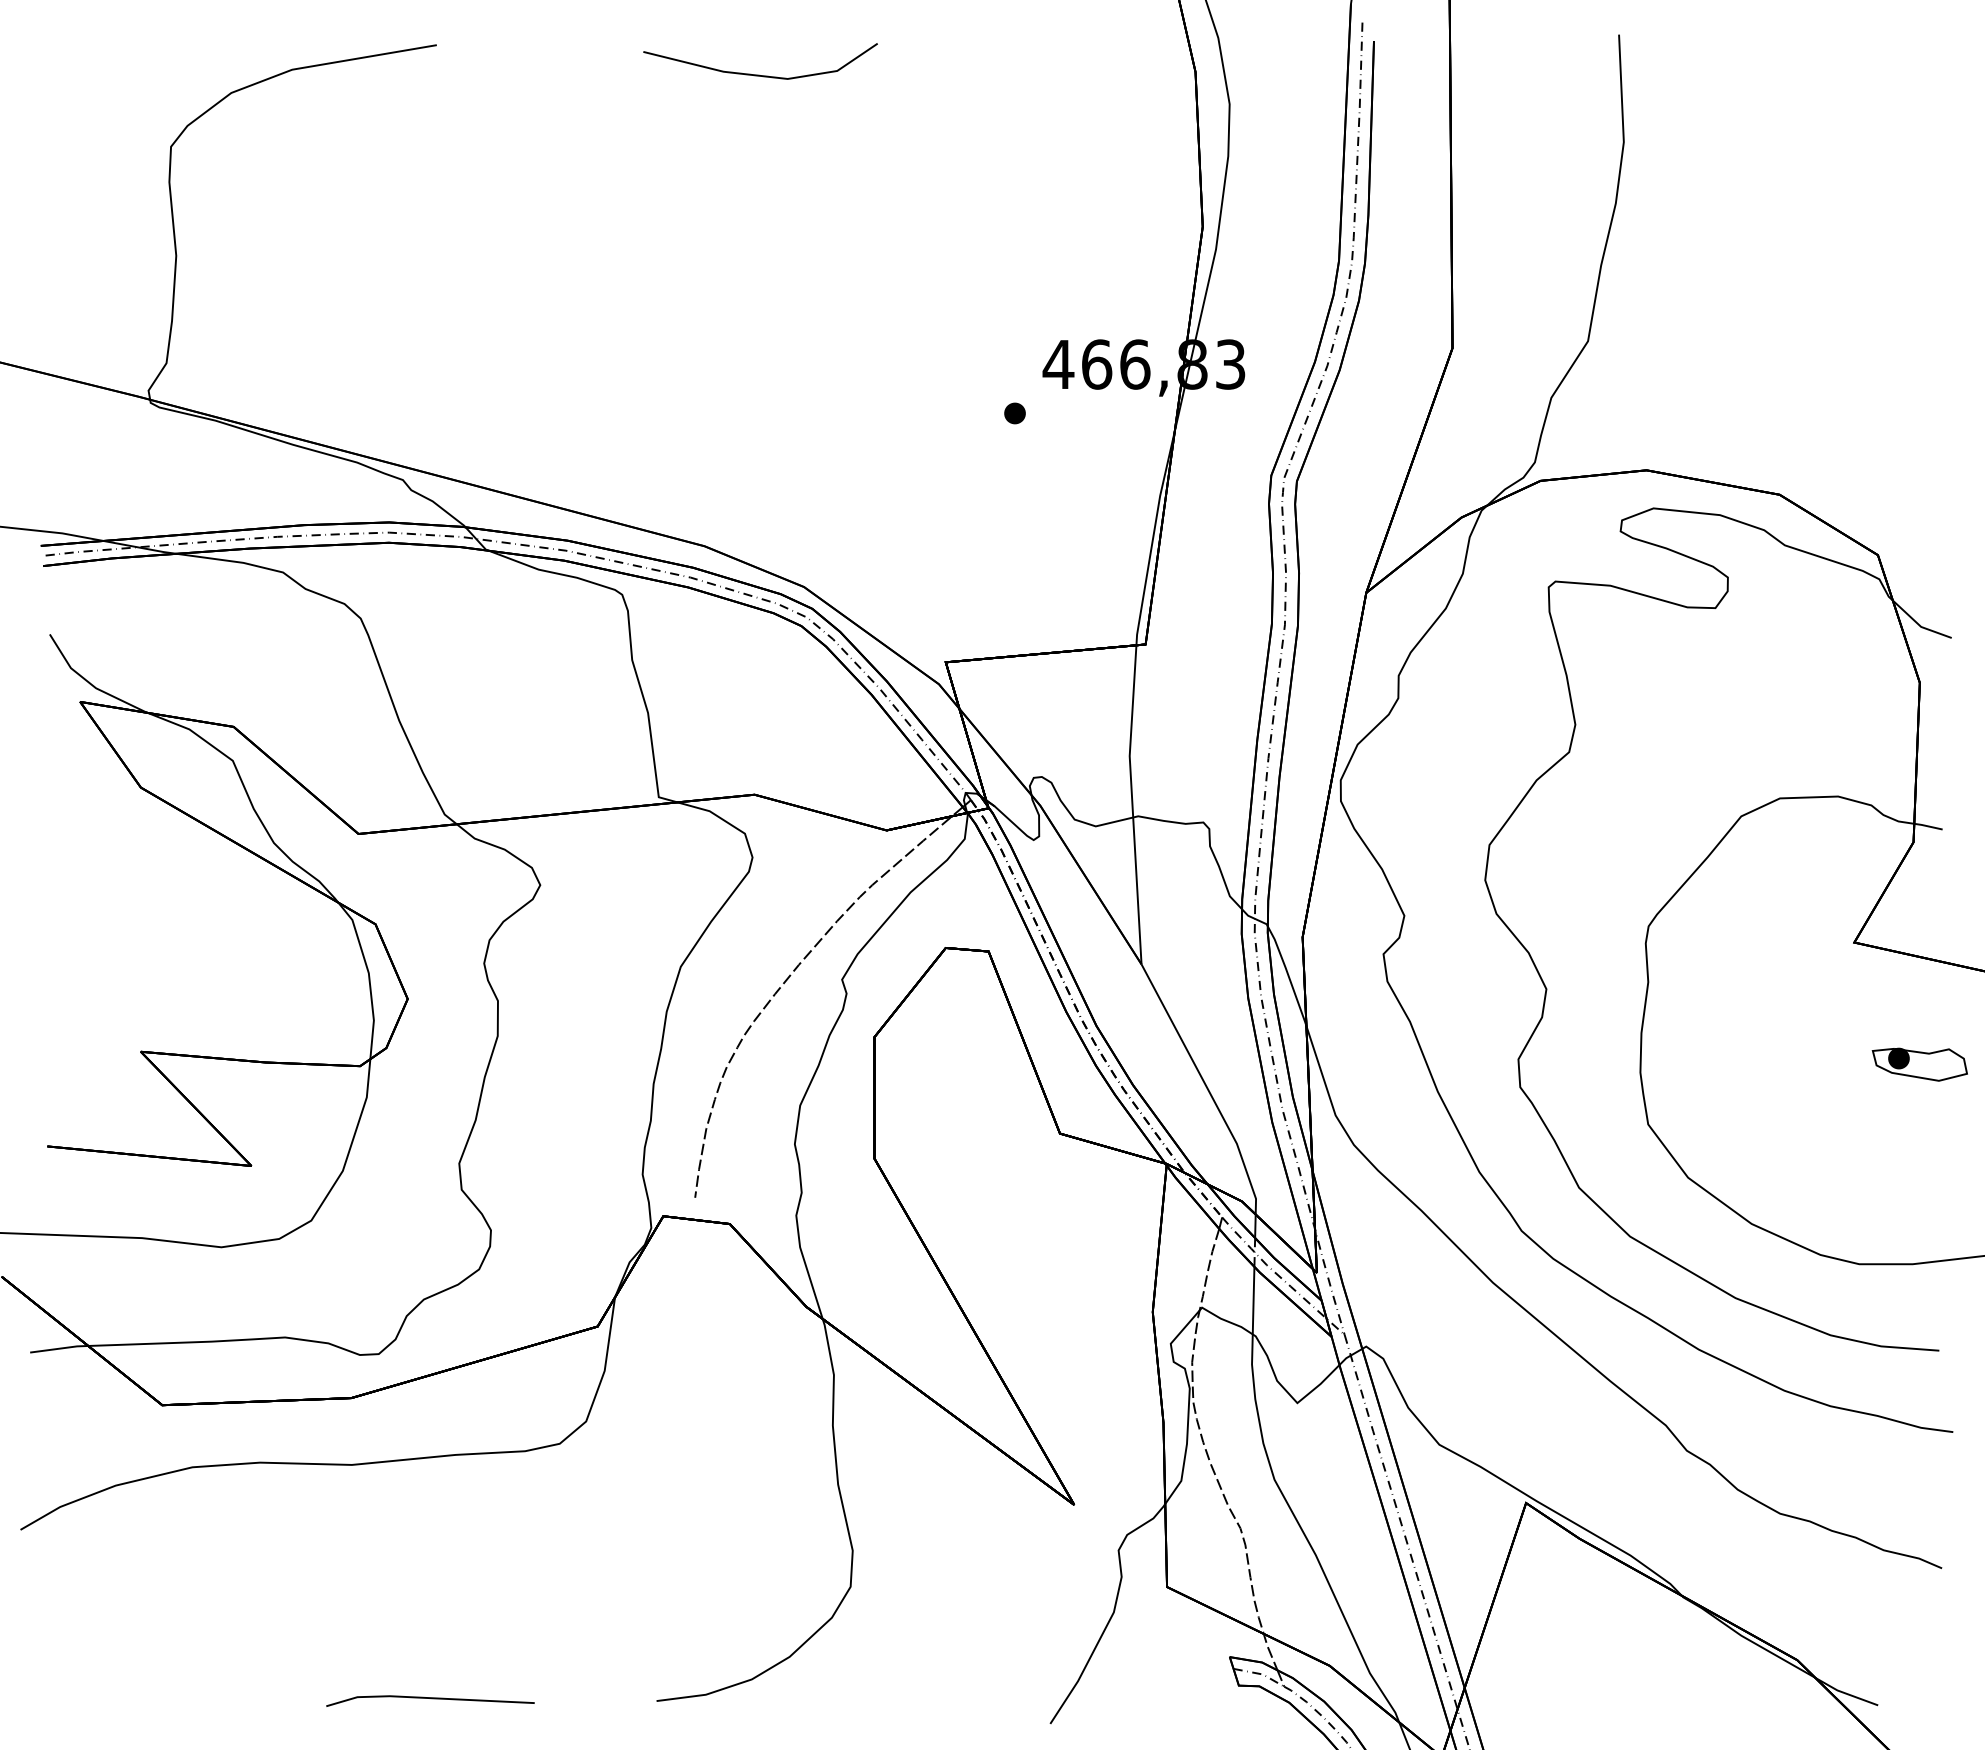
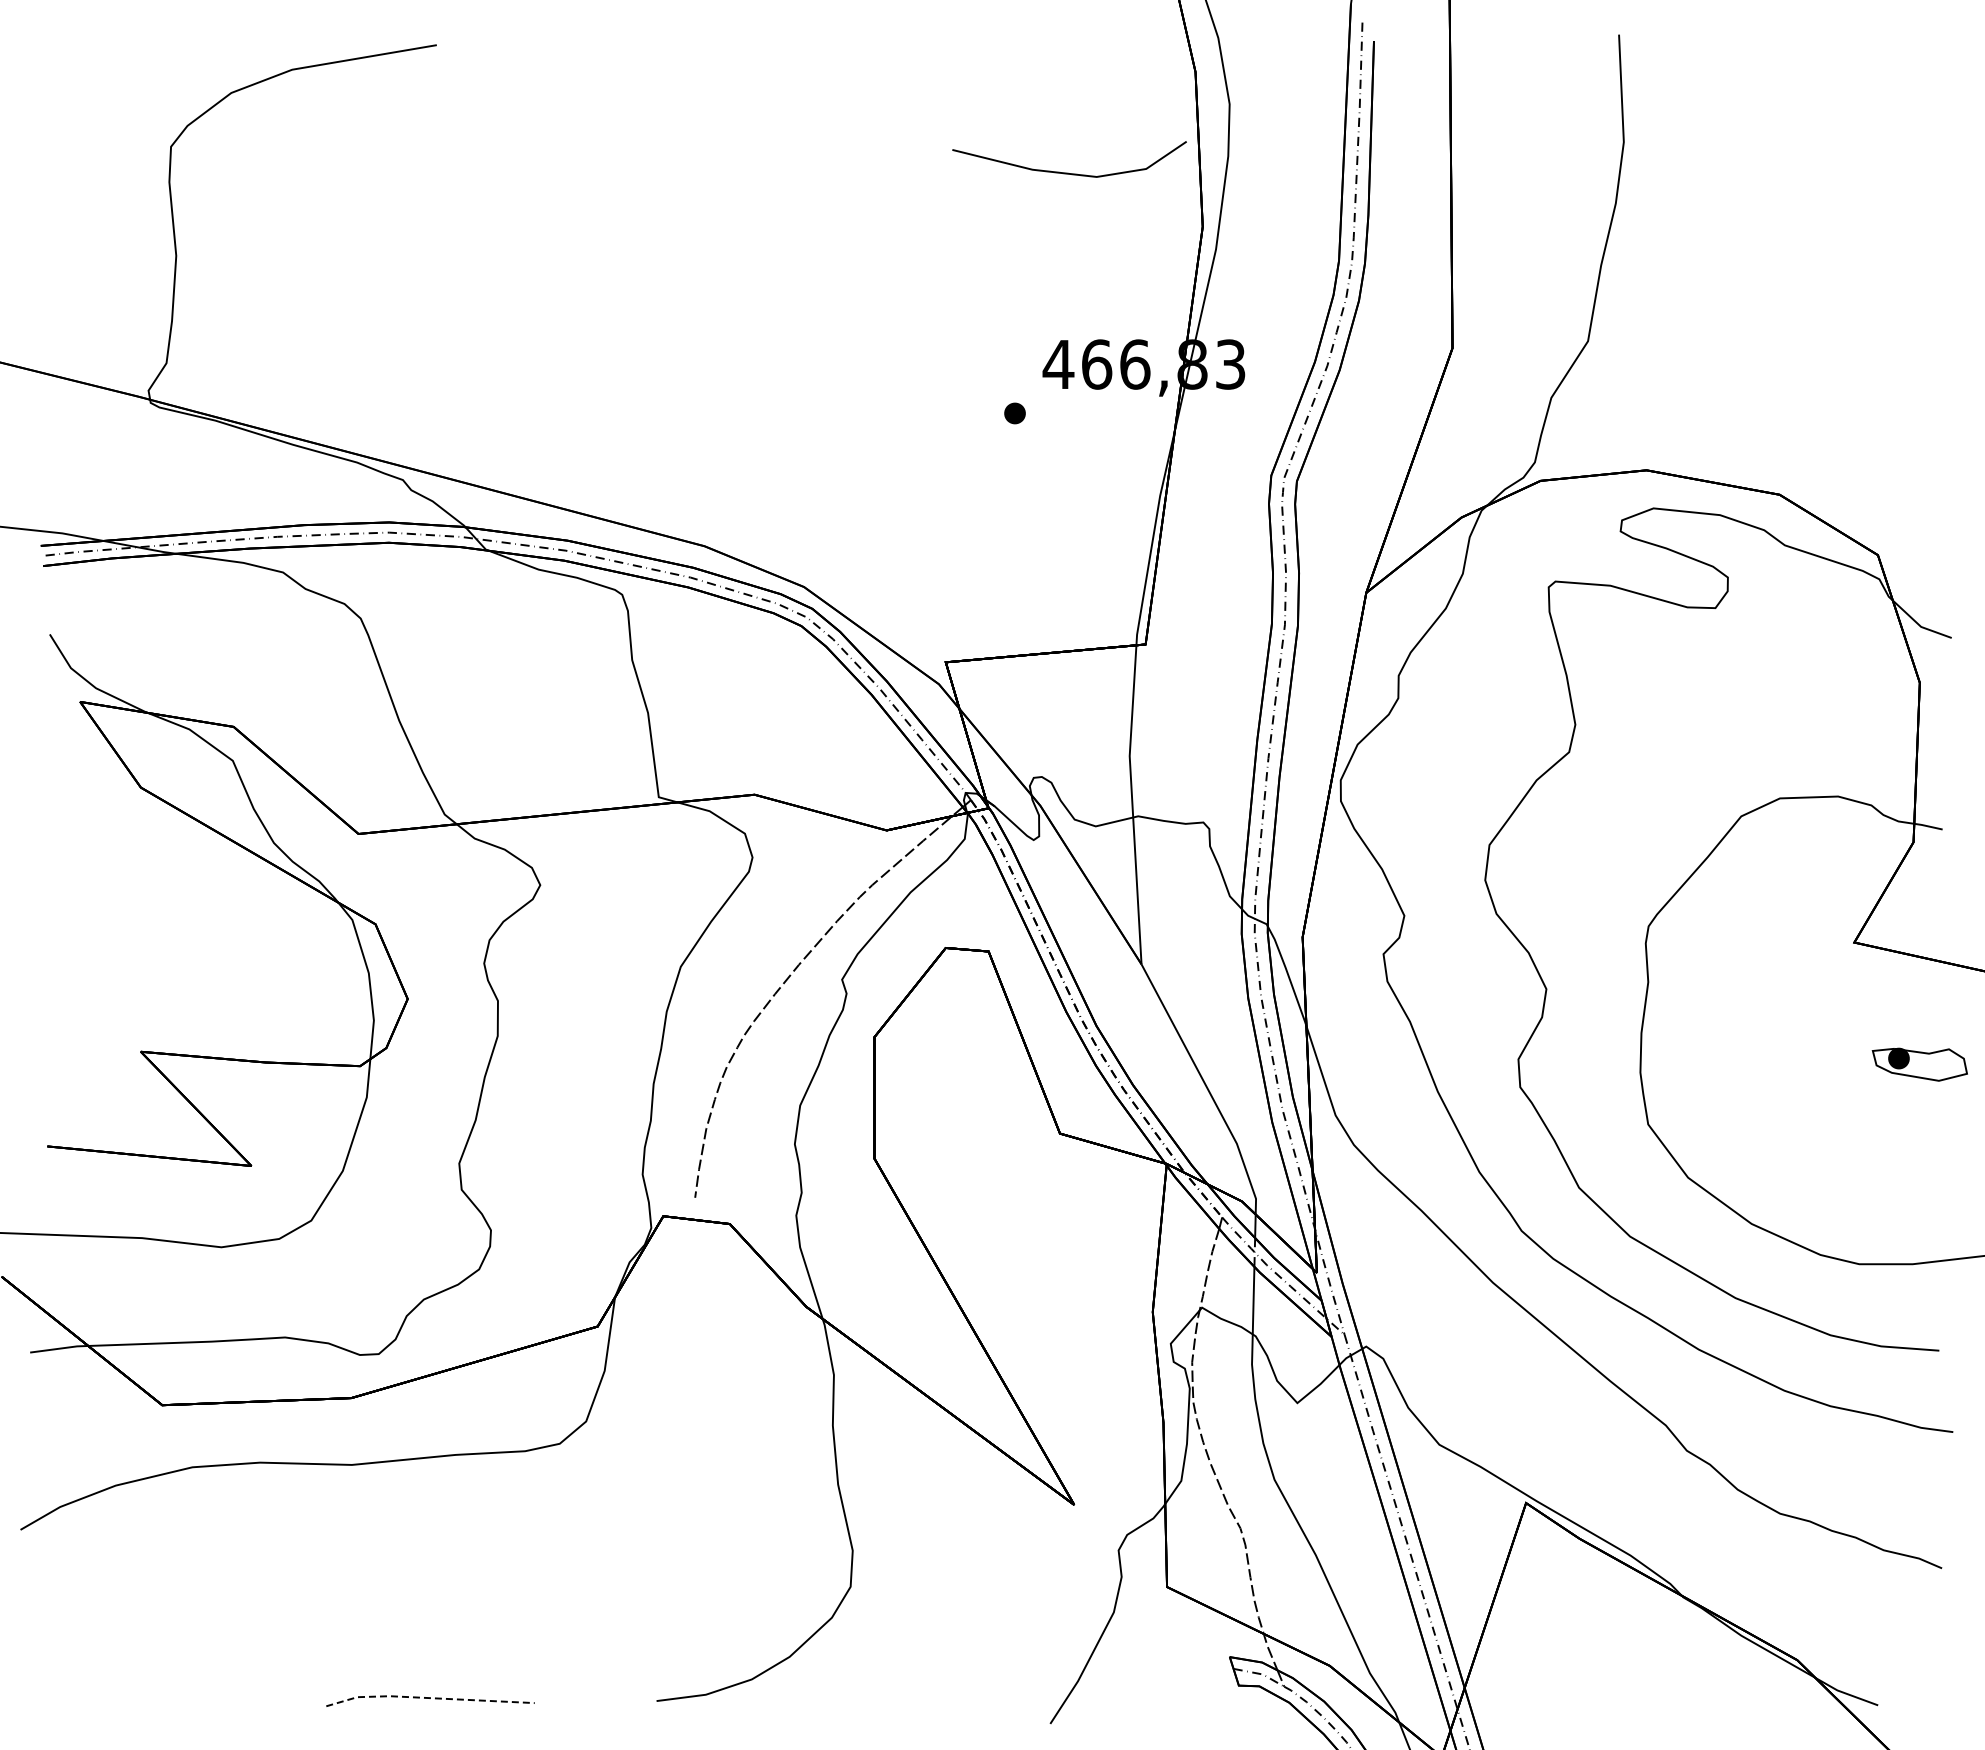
line at (759, 74) position: (759, 74) -> (1068, 172)
line at (428, 1698): solid -> dashed
